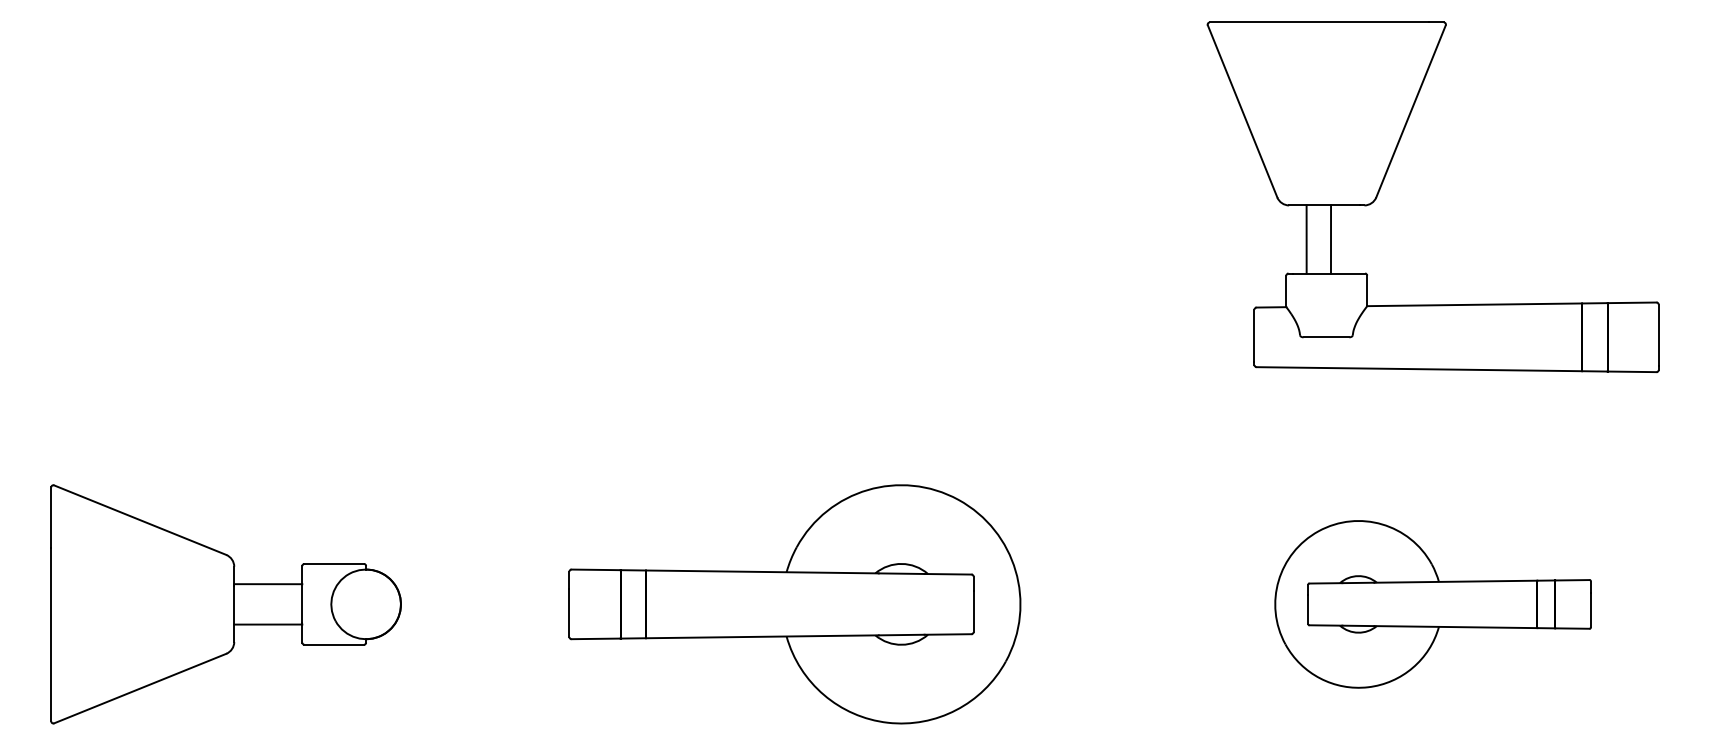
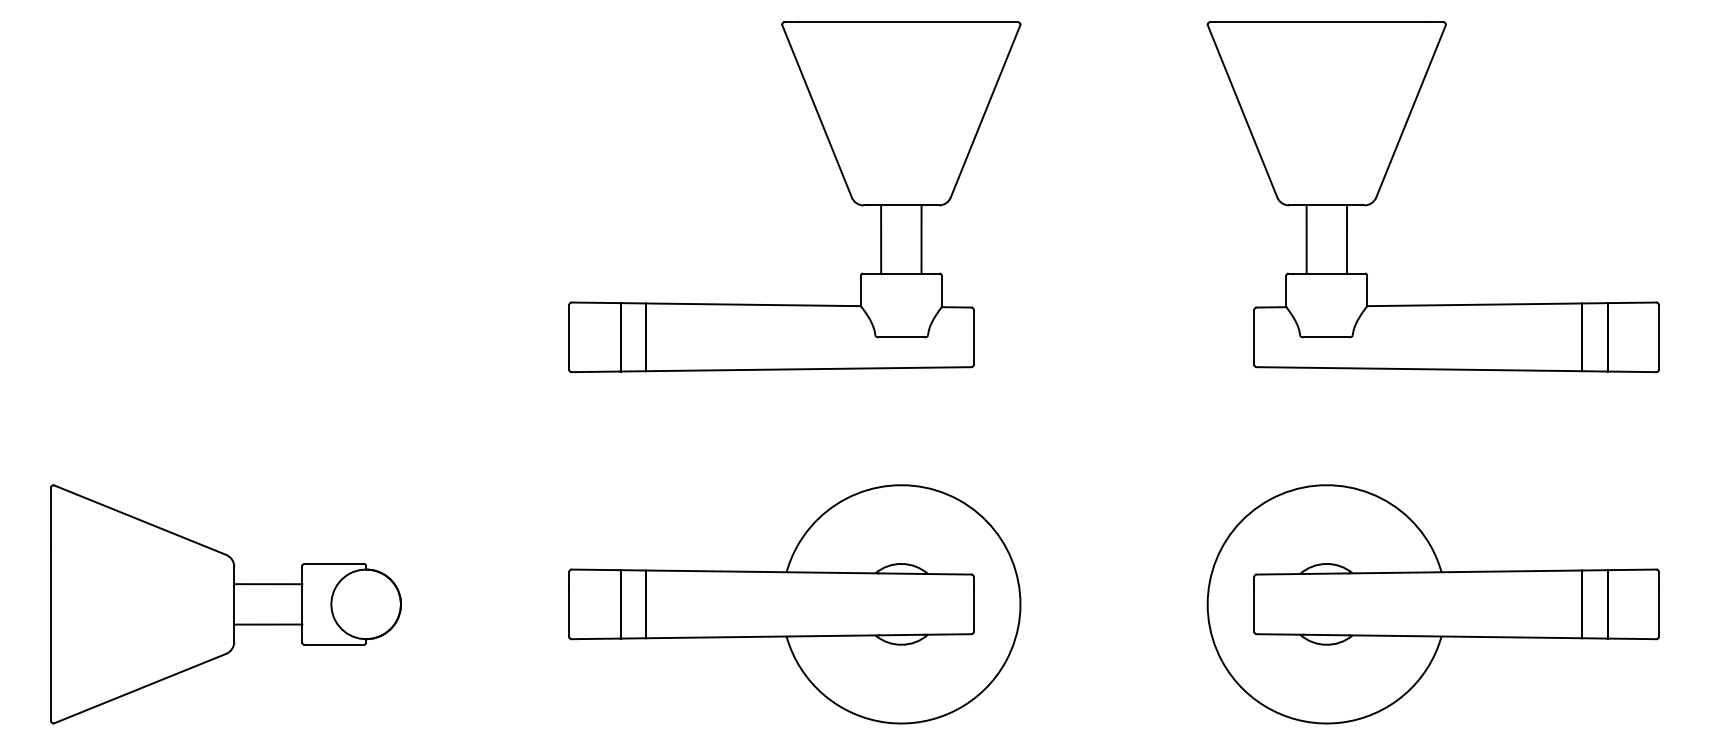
part at (842, 177): none -> present
line at (1330, 239) position: (1330, 239) -> (1346, 239)
part at (1432, 604) size: 318x169 px -> 454x241 px
